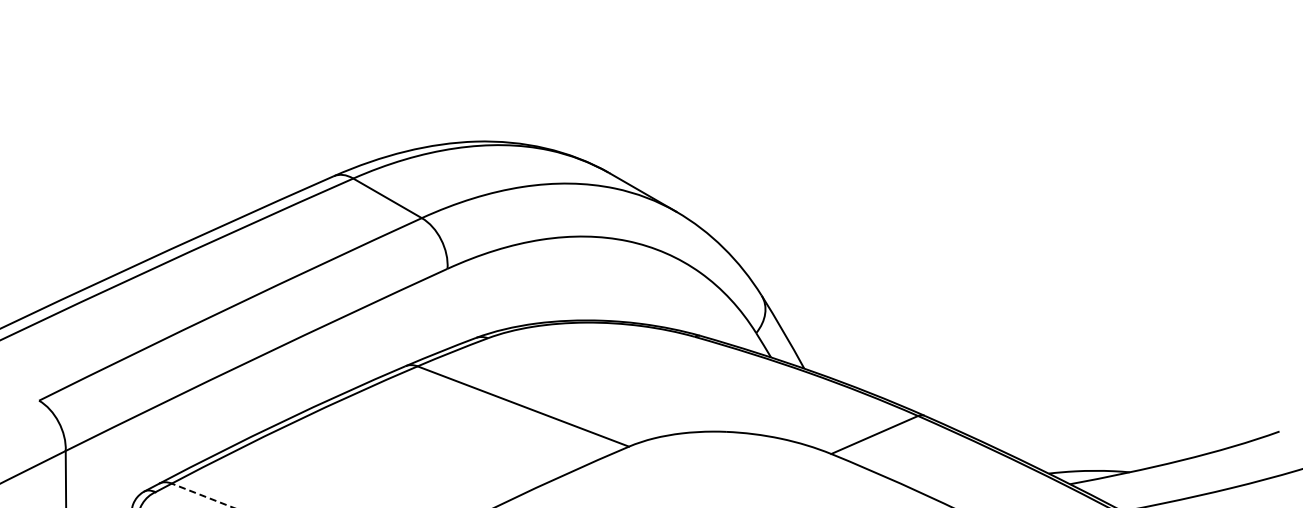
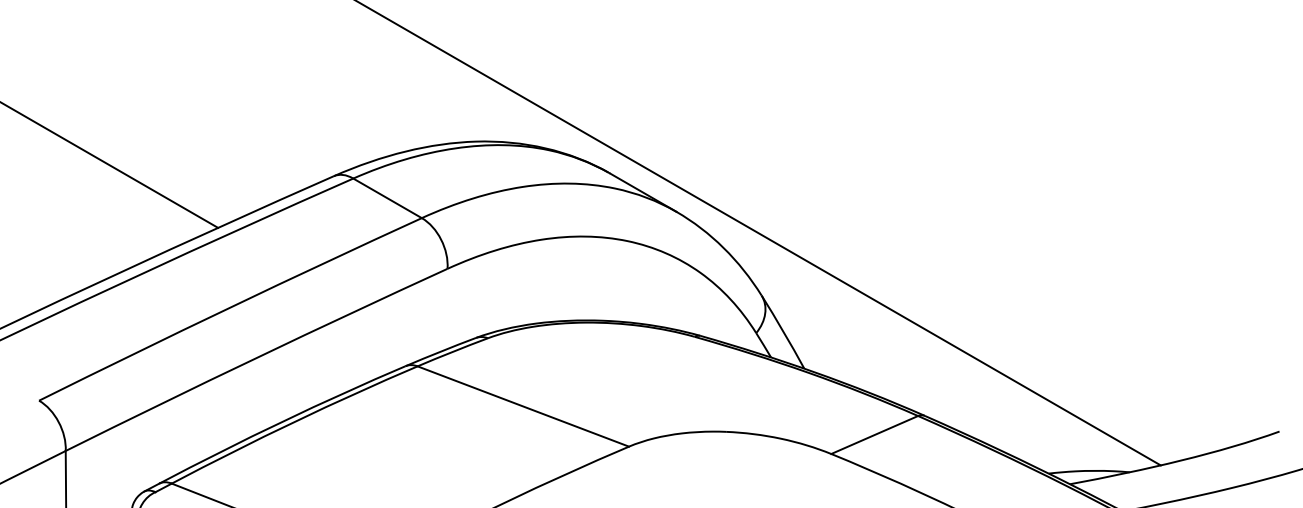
line at (110, 165): none -> present
line at (759, 233): none -> present
line at (202, 495): dashed -> solid
